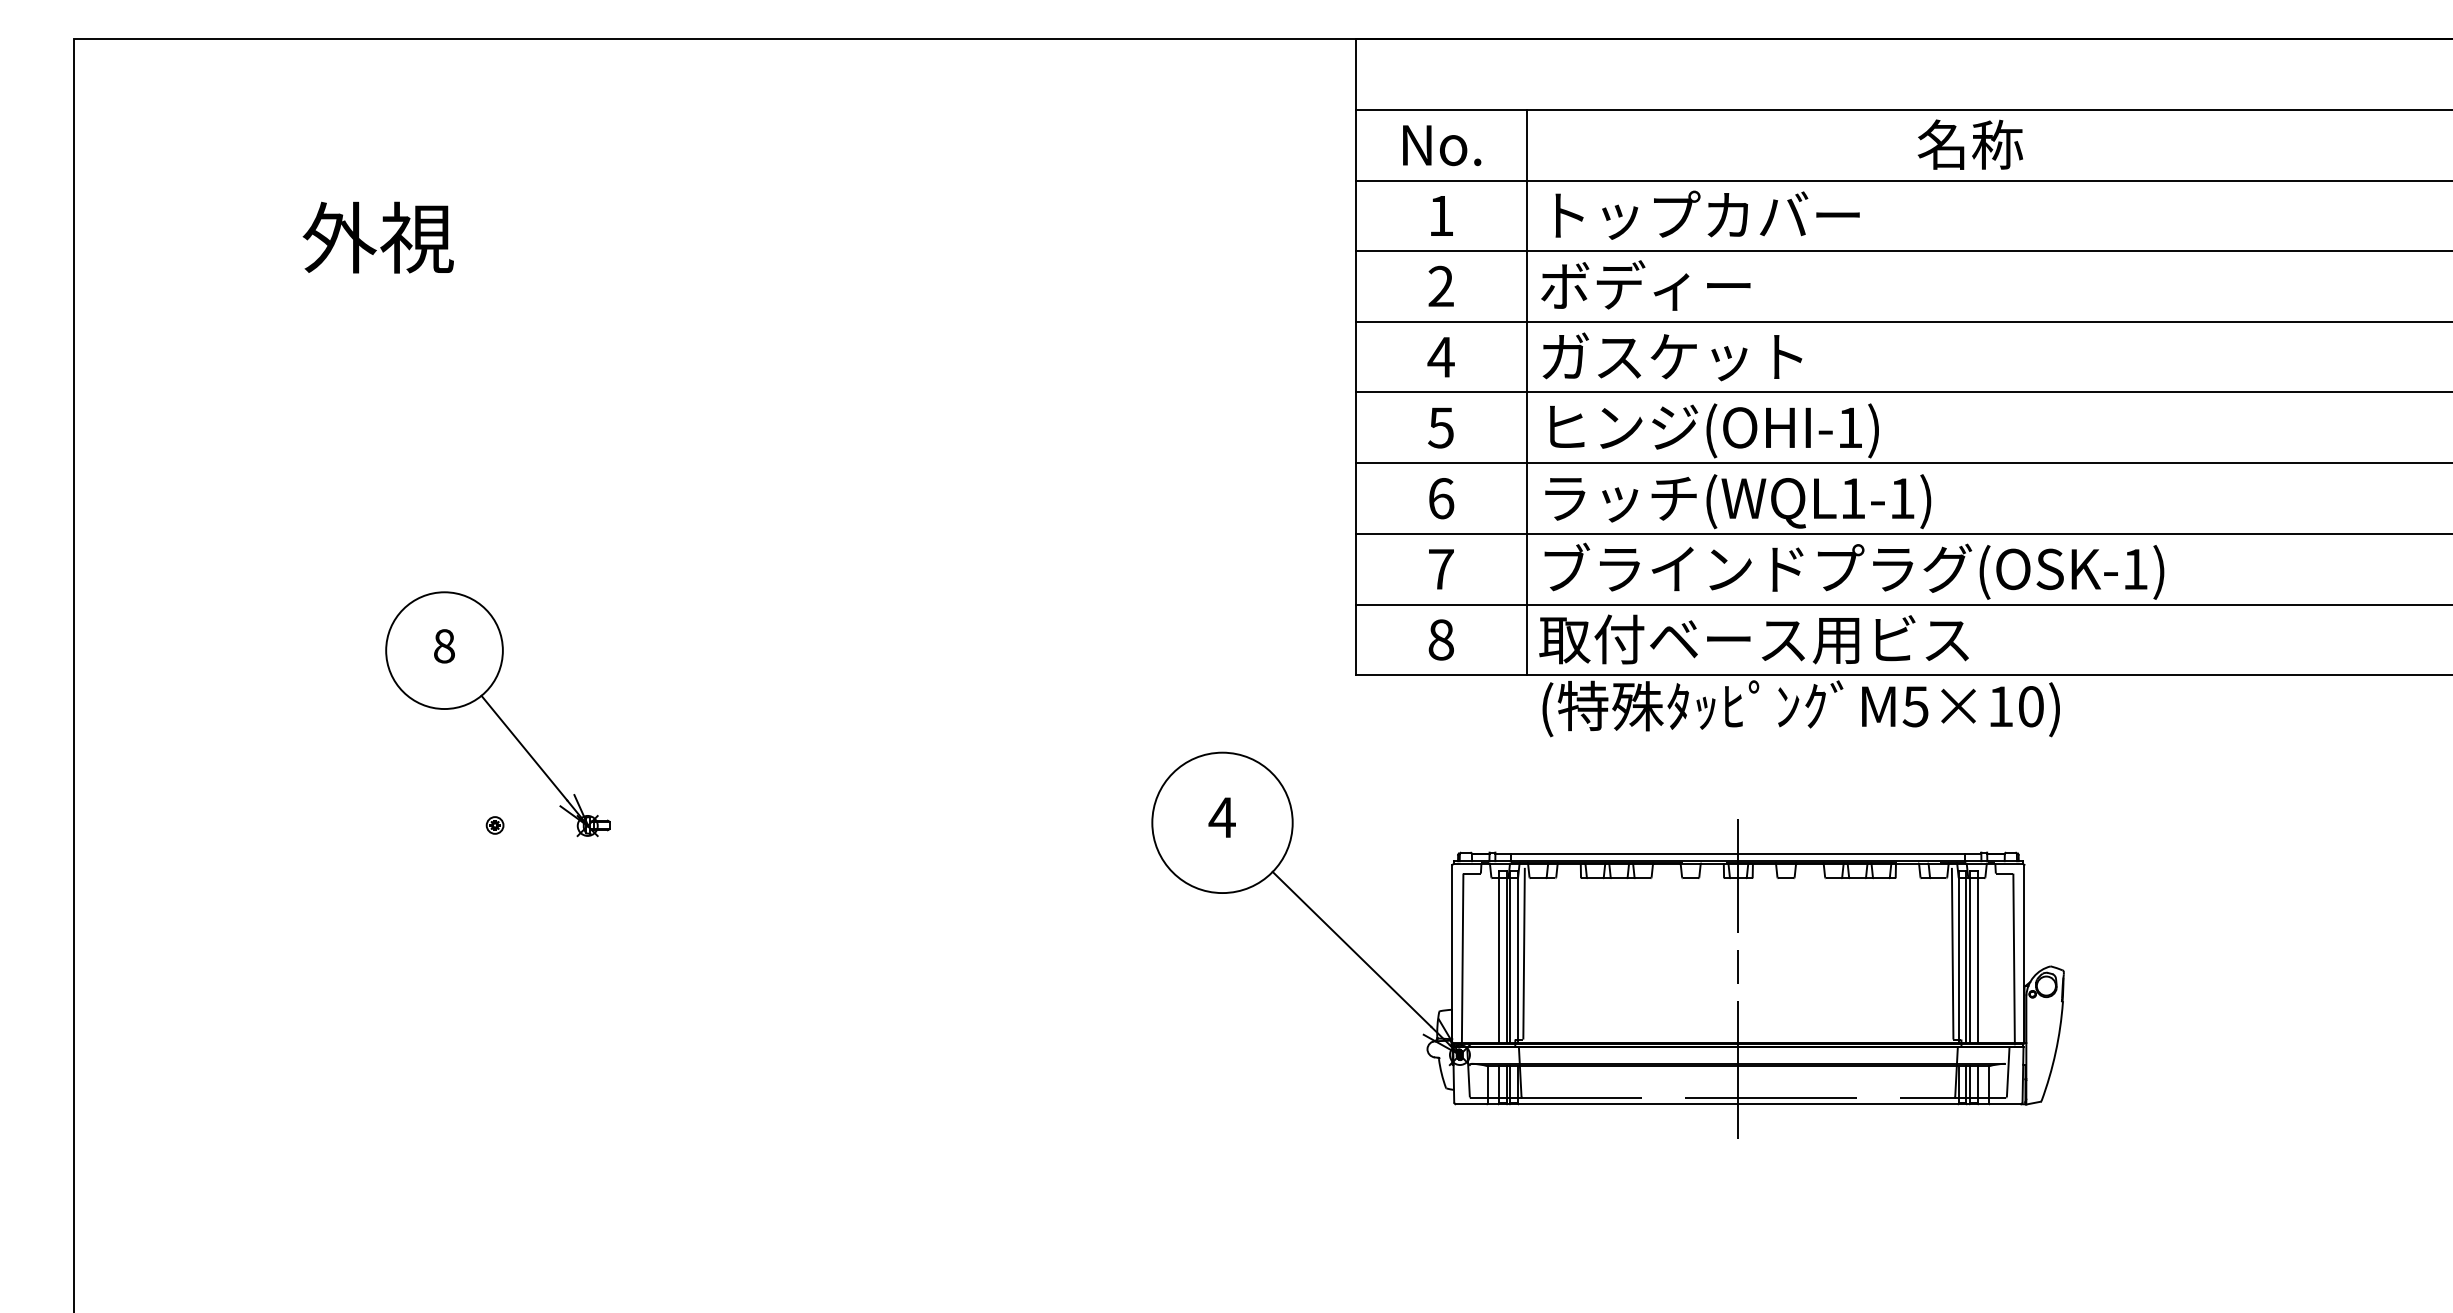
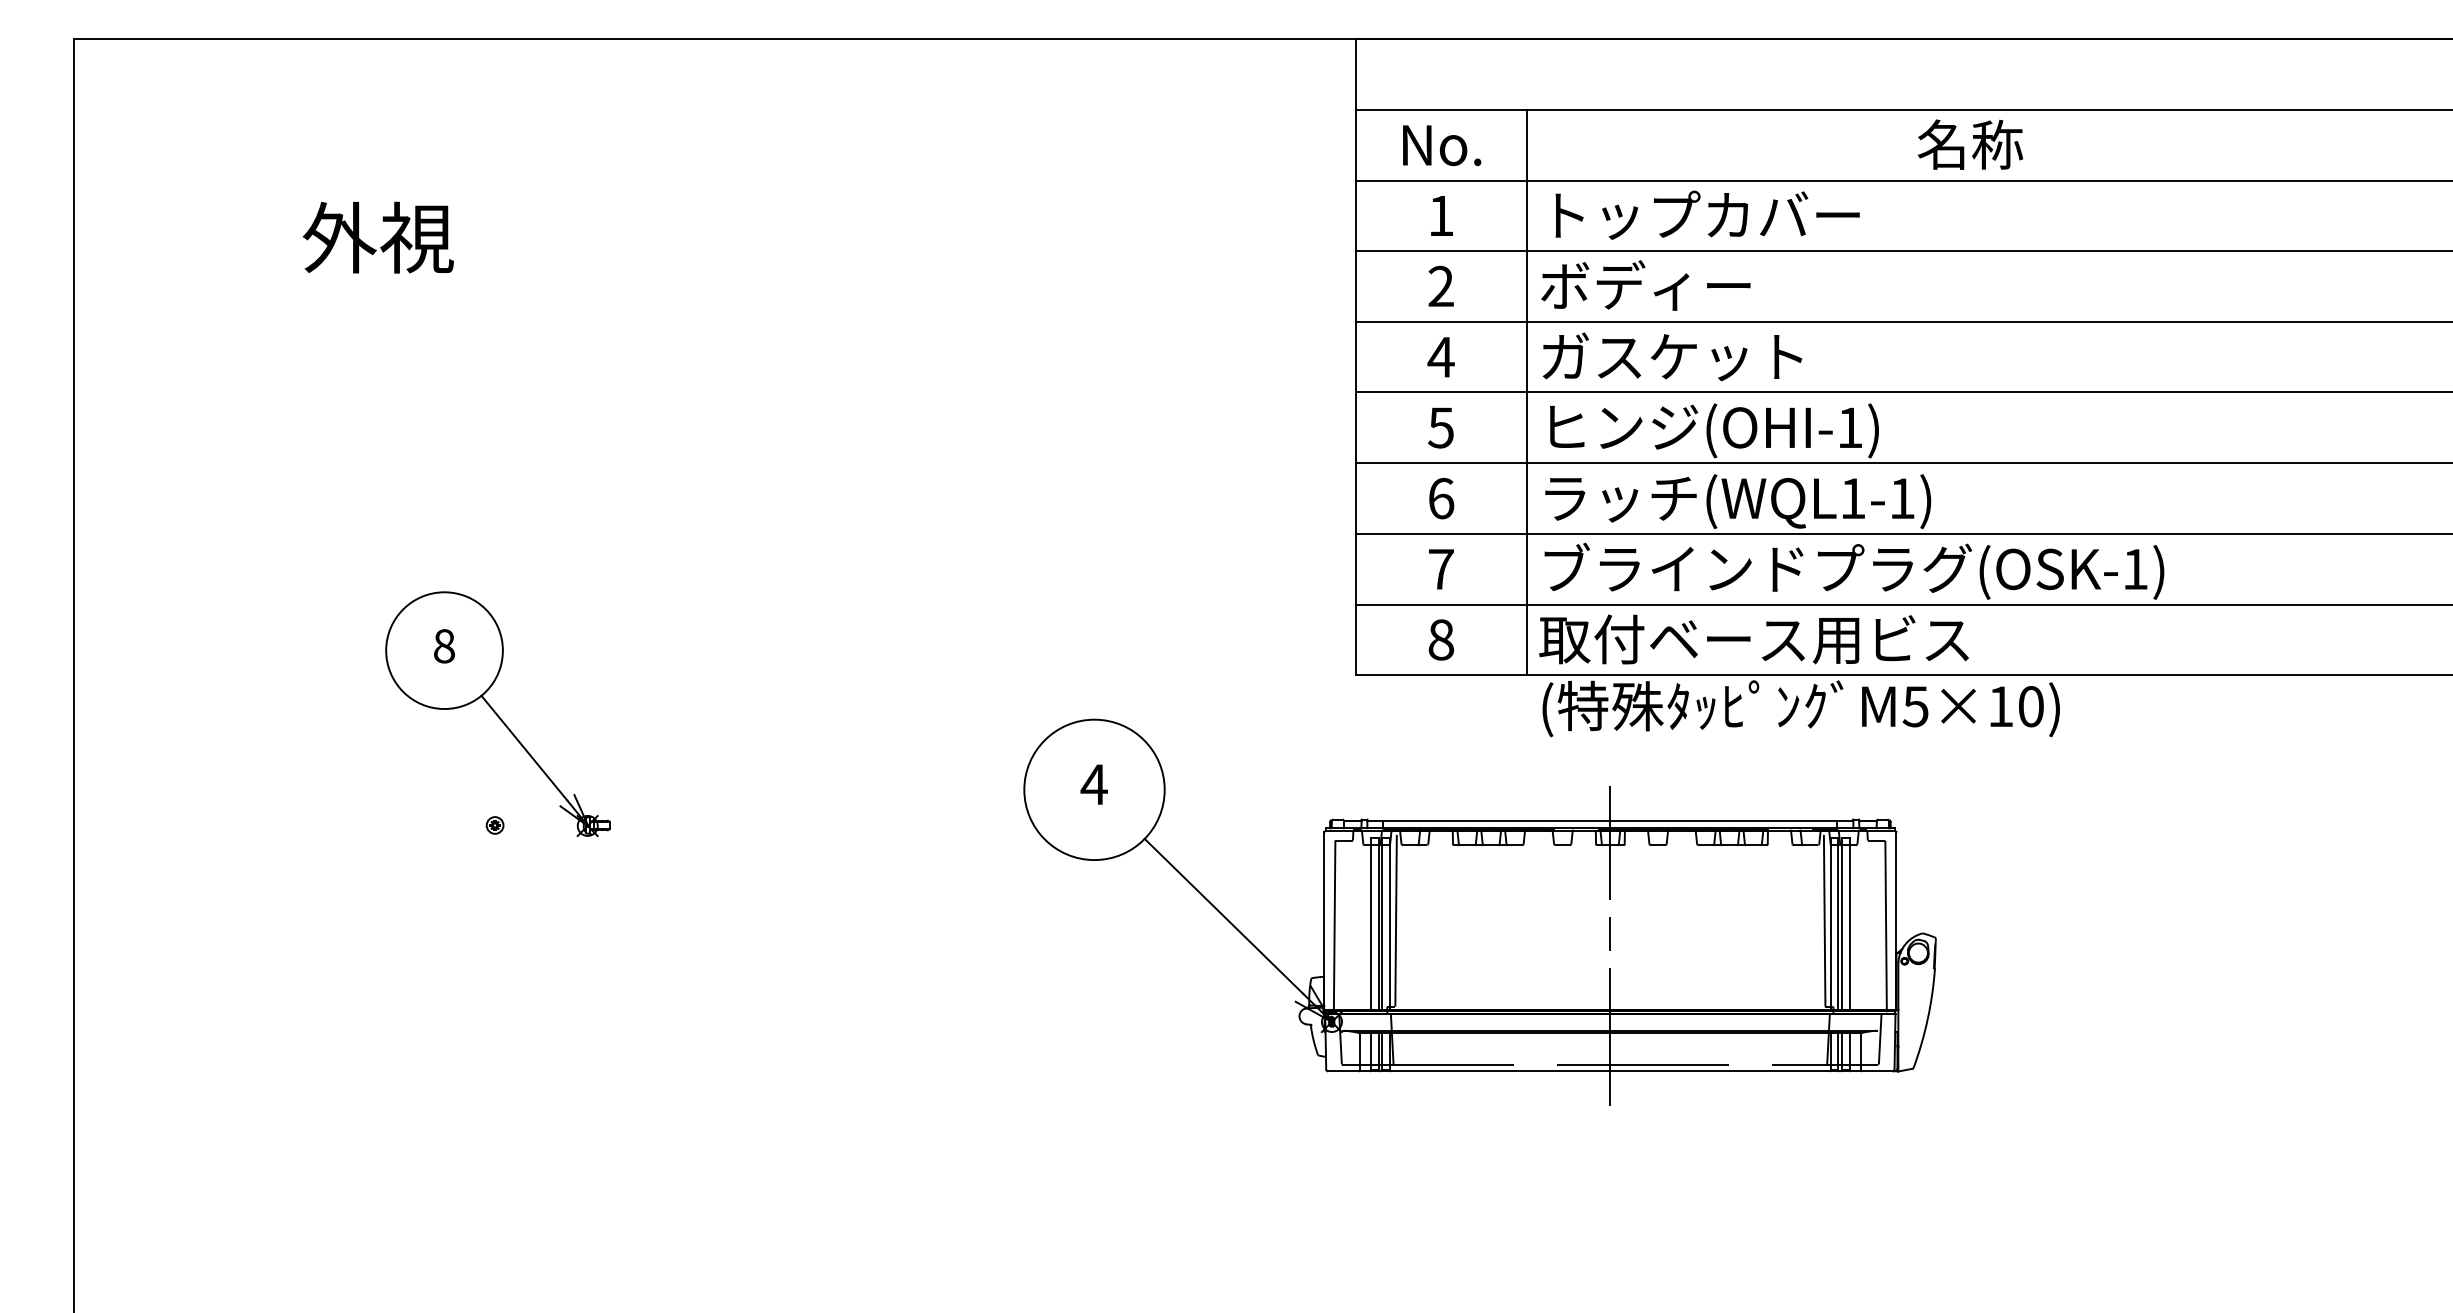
part at (1607, 944) position: (1607, 944) -> (1479, 911)
